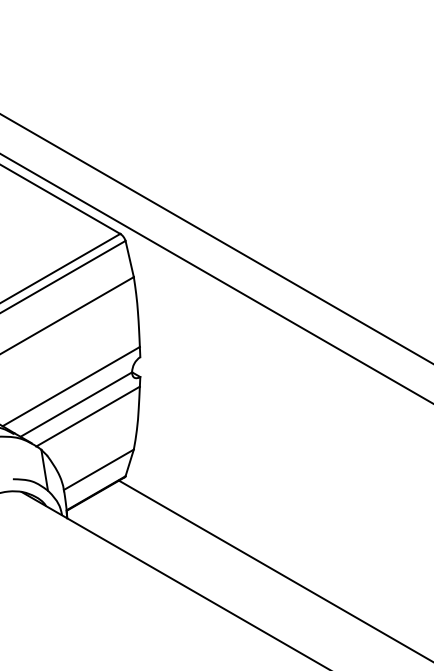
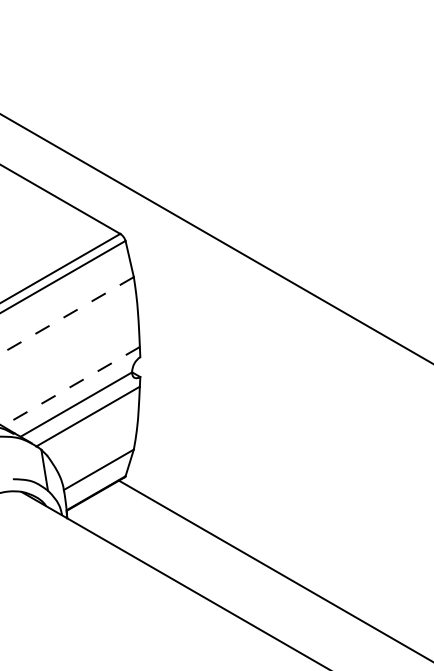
line at (216, 278): present -> none
line at (67, 315): solid -> dashed
line at (70, 386): solid -> dashed
